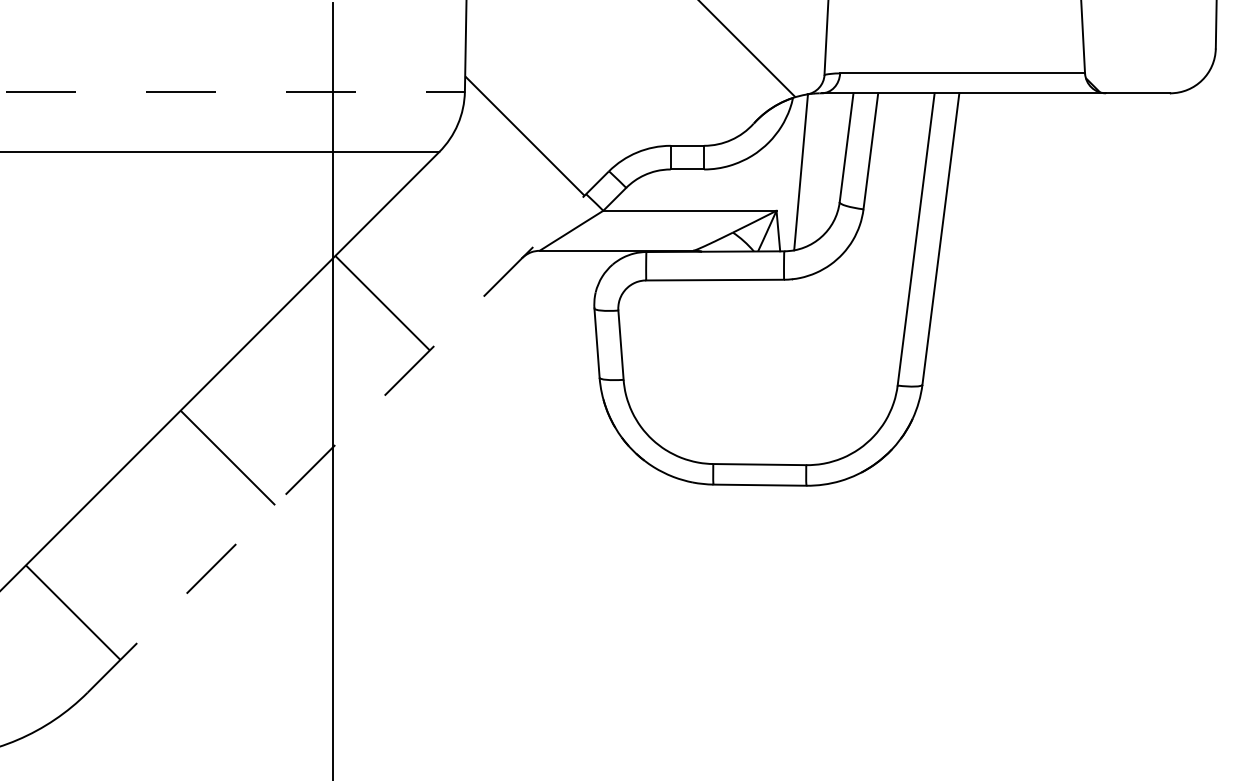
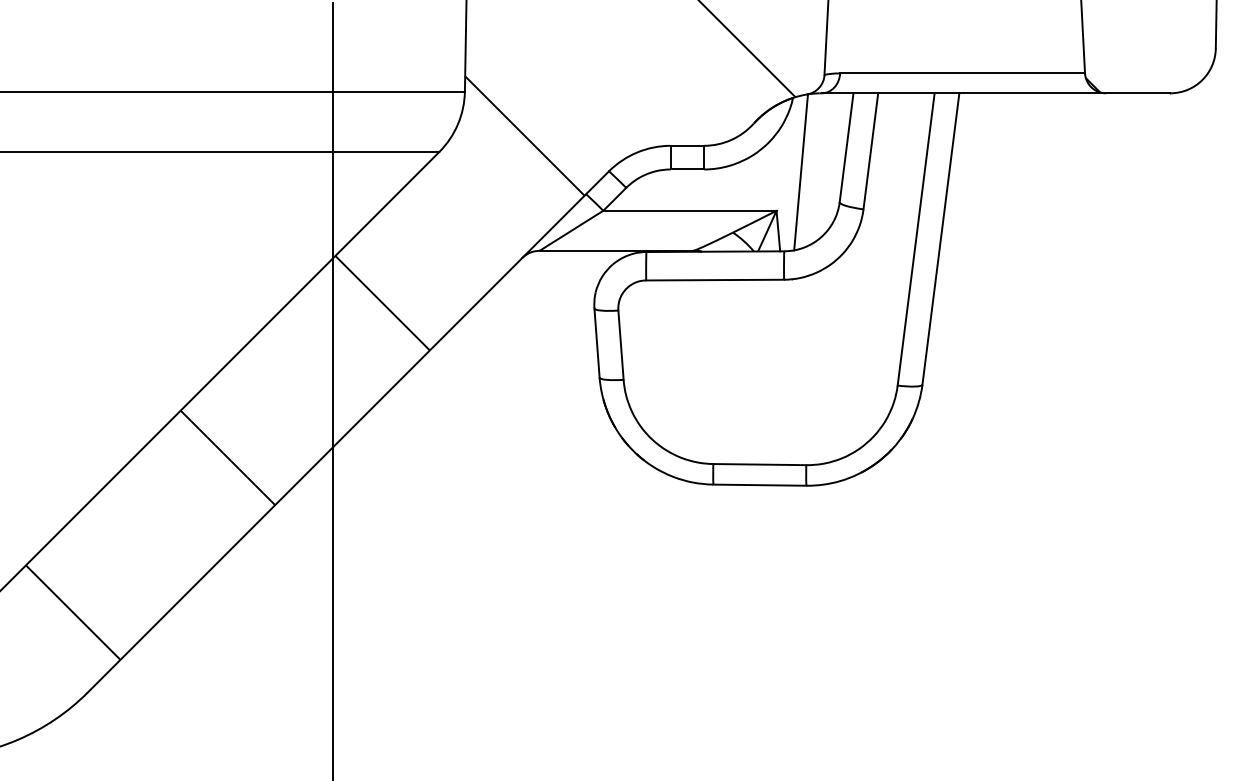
line at (233, 91): dashed -> solid
line at (348, 432): dashed -> solid
